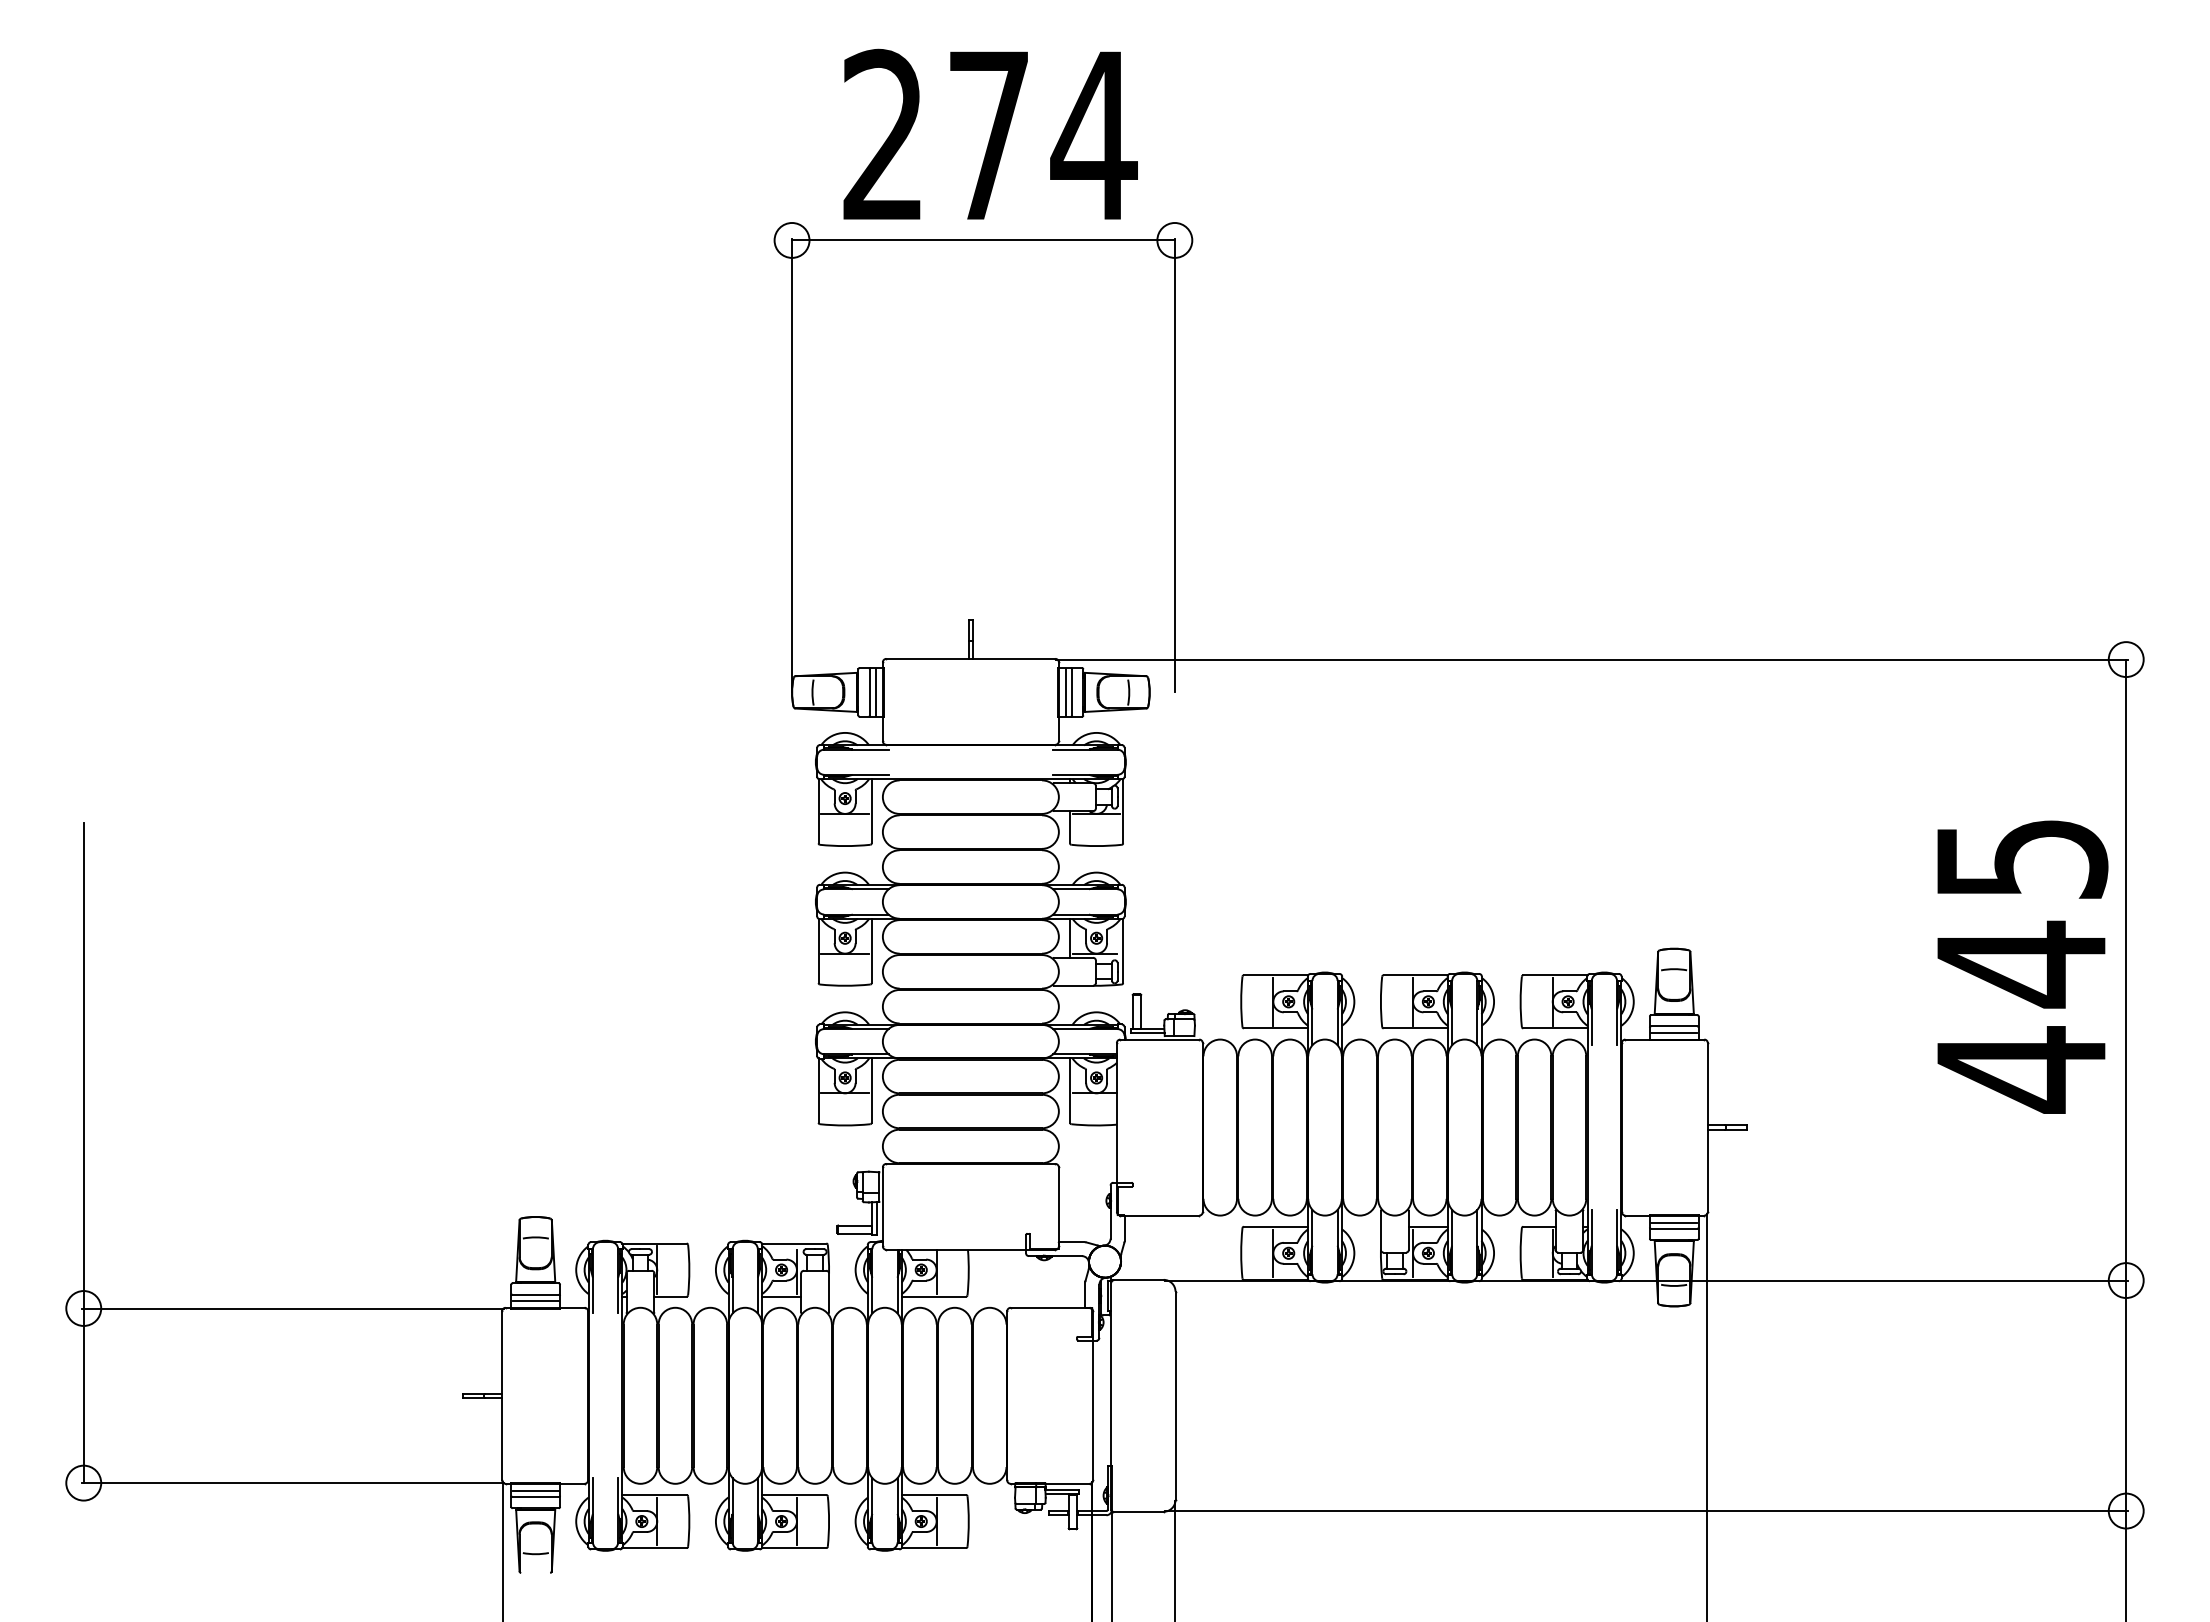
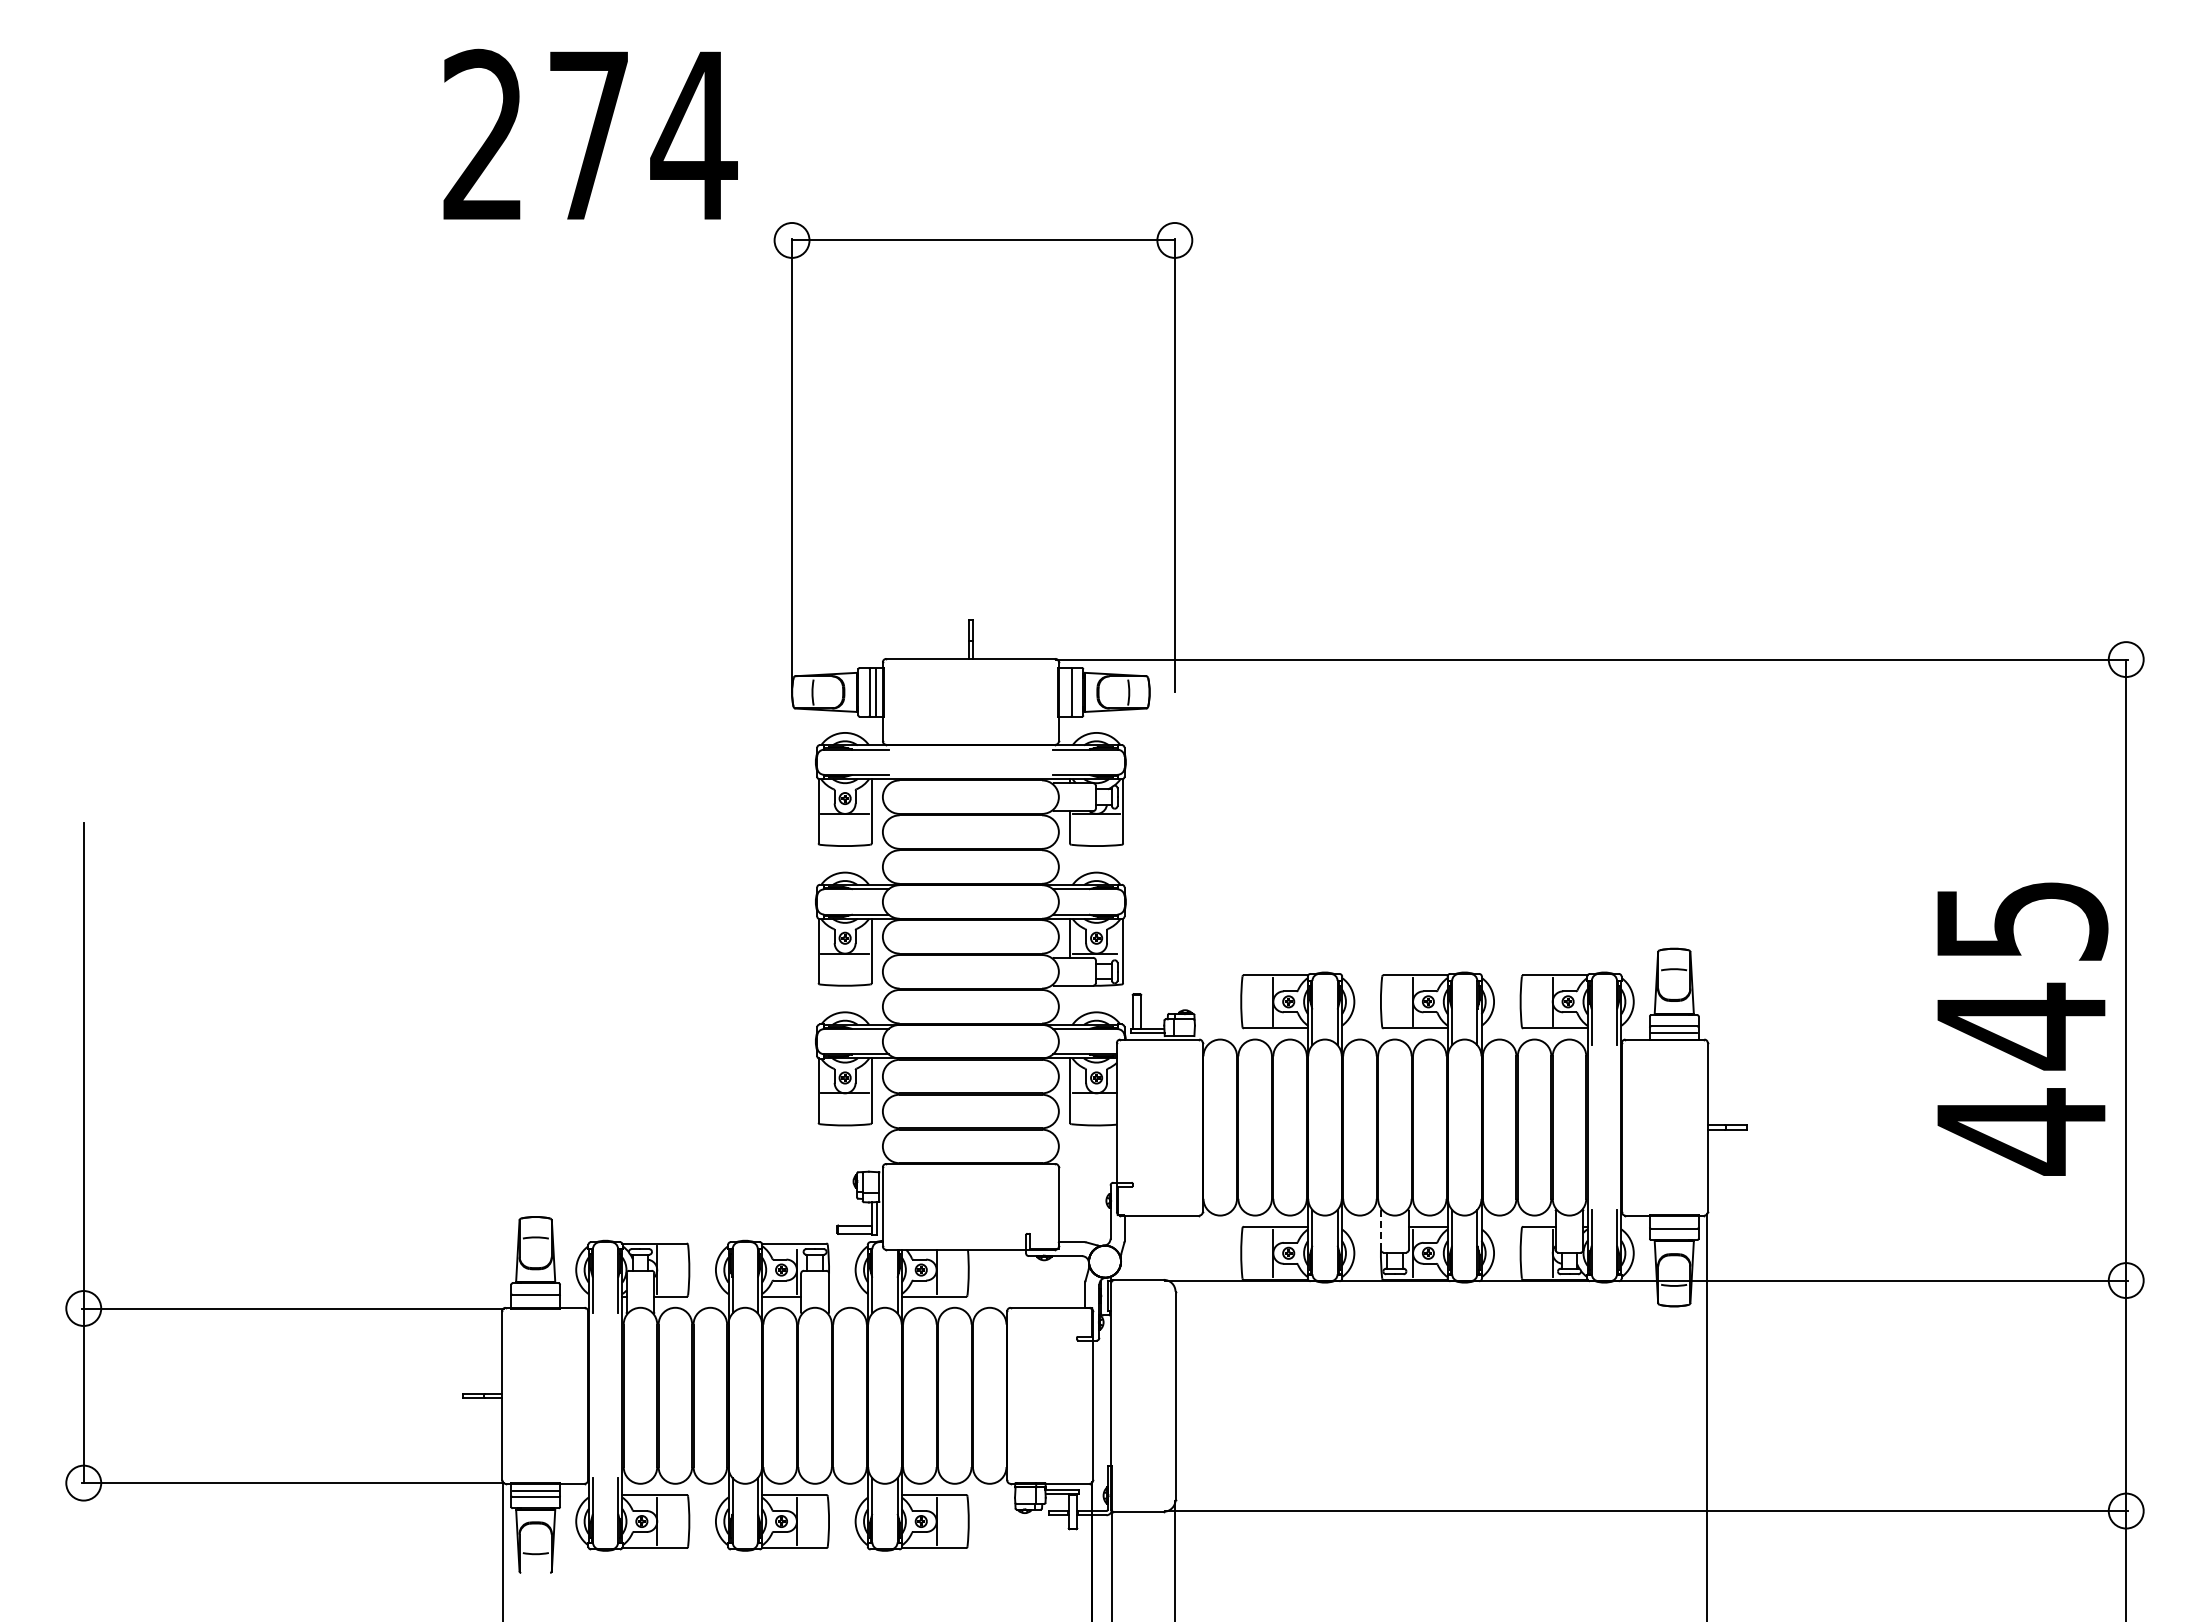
text at (990, 133) position: (990, 133) -> (590, 133)
line at (1065, 692): present -> none
text at (2022, 966) position: (2022, 966) -> (2022, 1028)
line at (1674, 1222): present -> none
line at (1380, 1229): solid -> dashed
line at (535, 1300): present -> none
